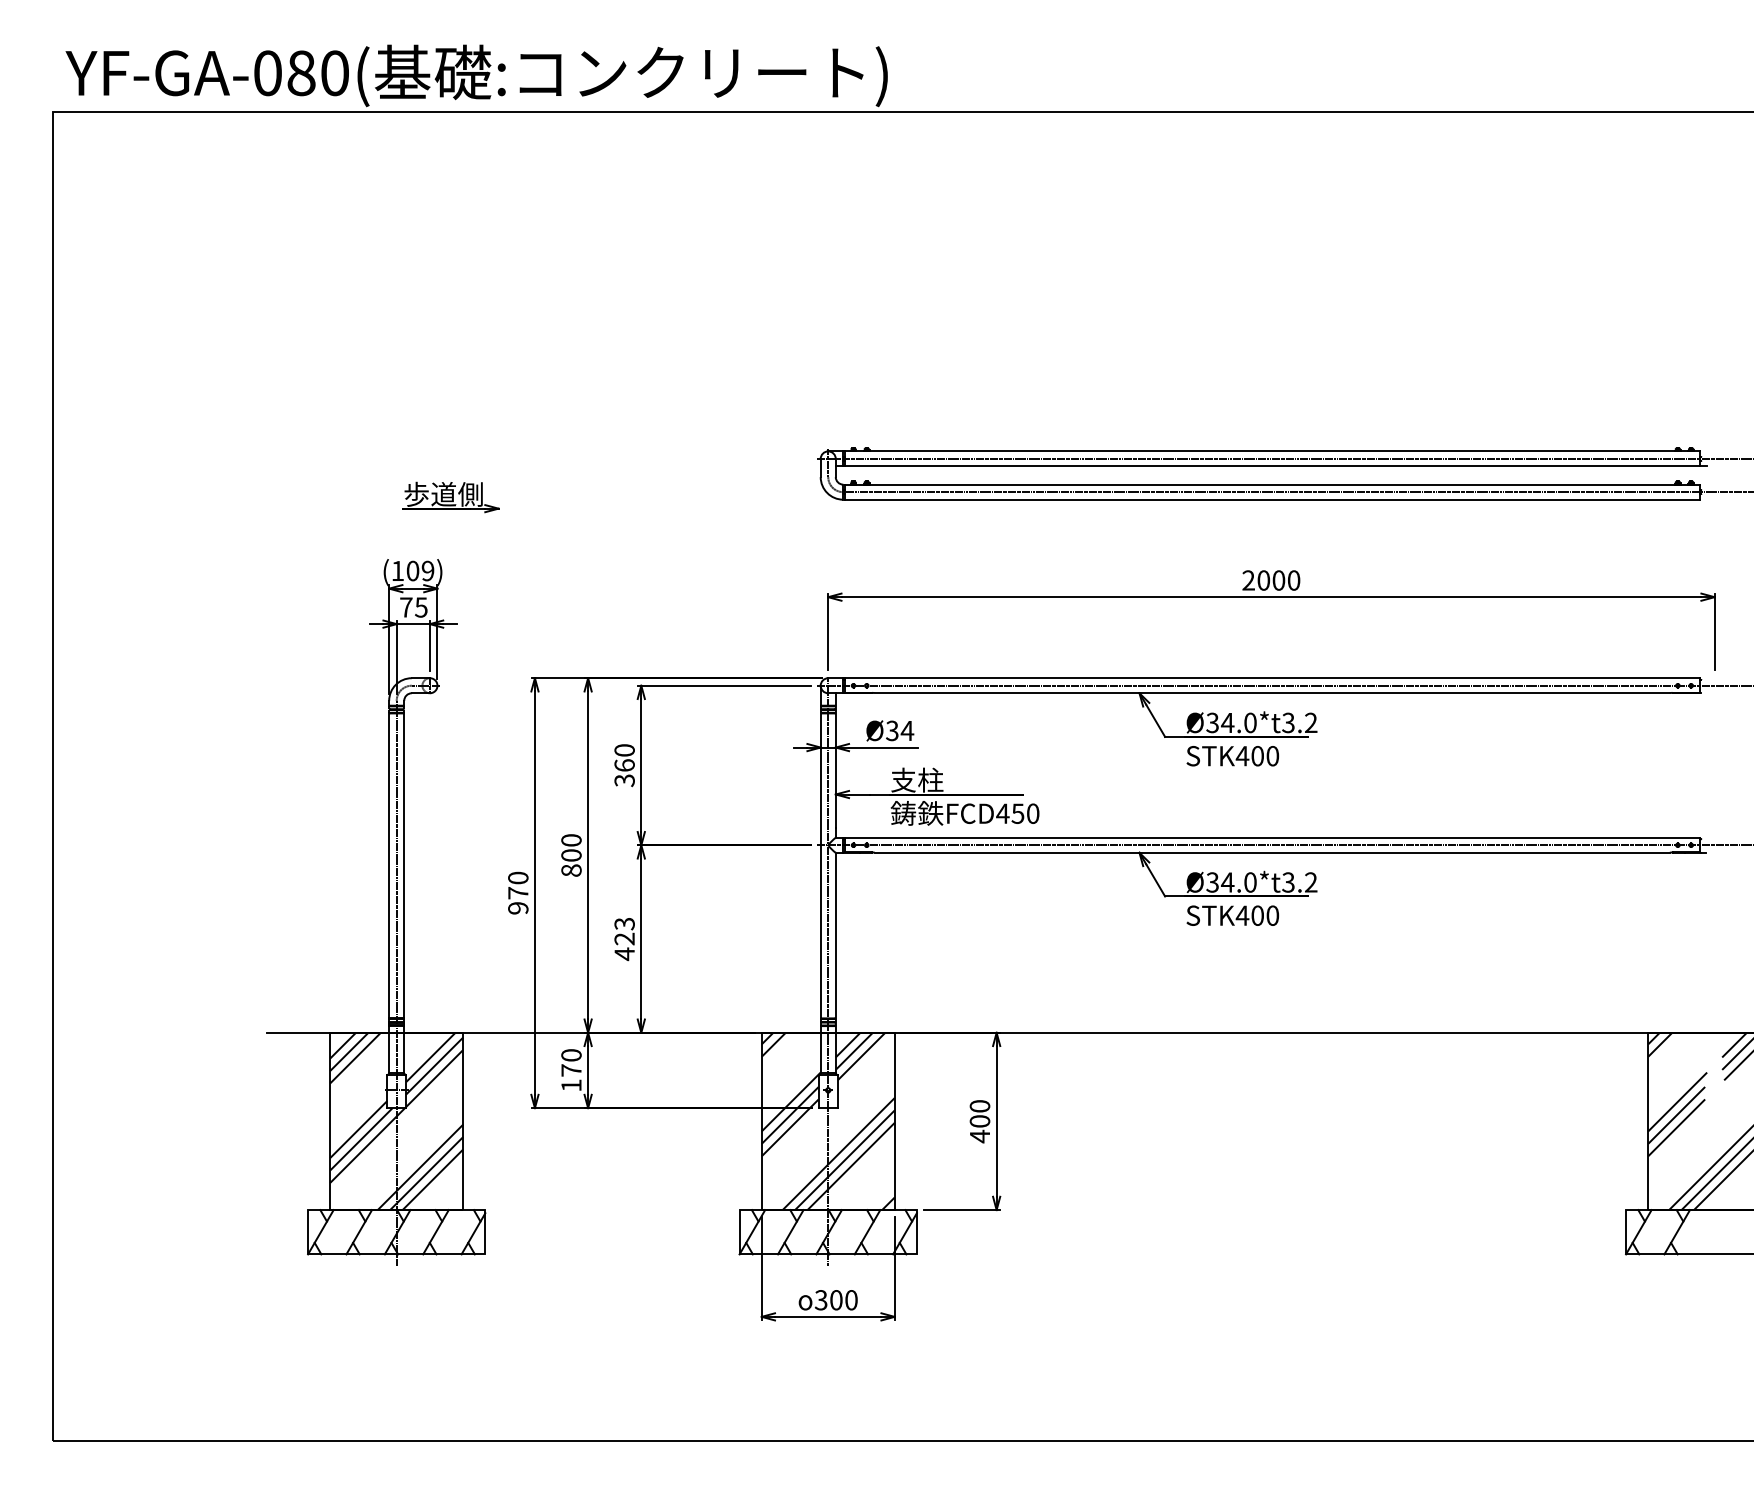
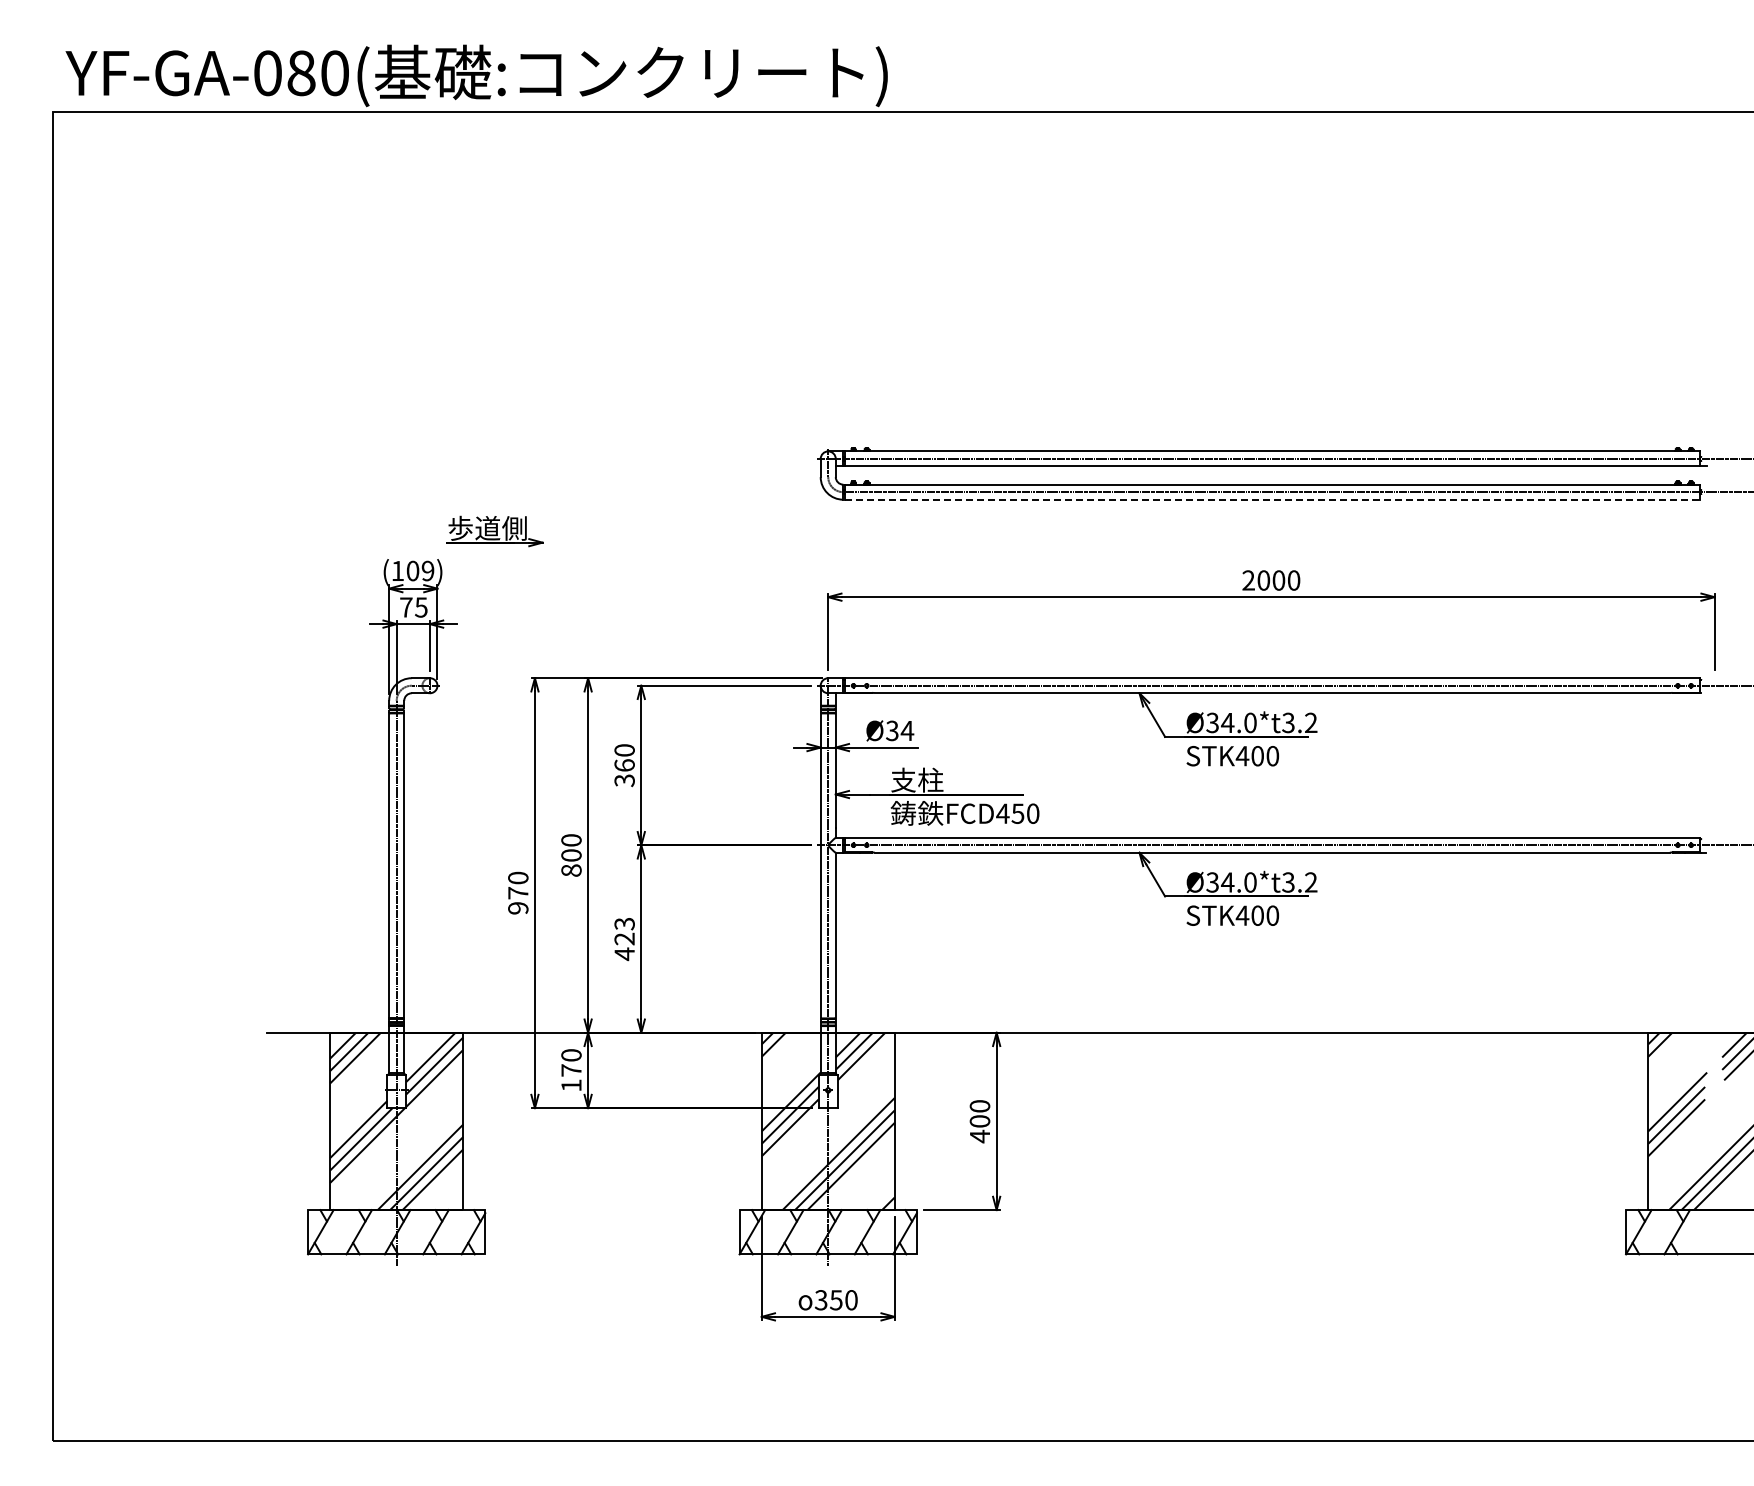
part at (450, 497) position: (450, 497) -> (494, 531)
line at (1272, 499): solid -> dashed
text at (836, 1300): 300 -> 350
